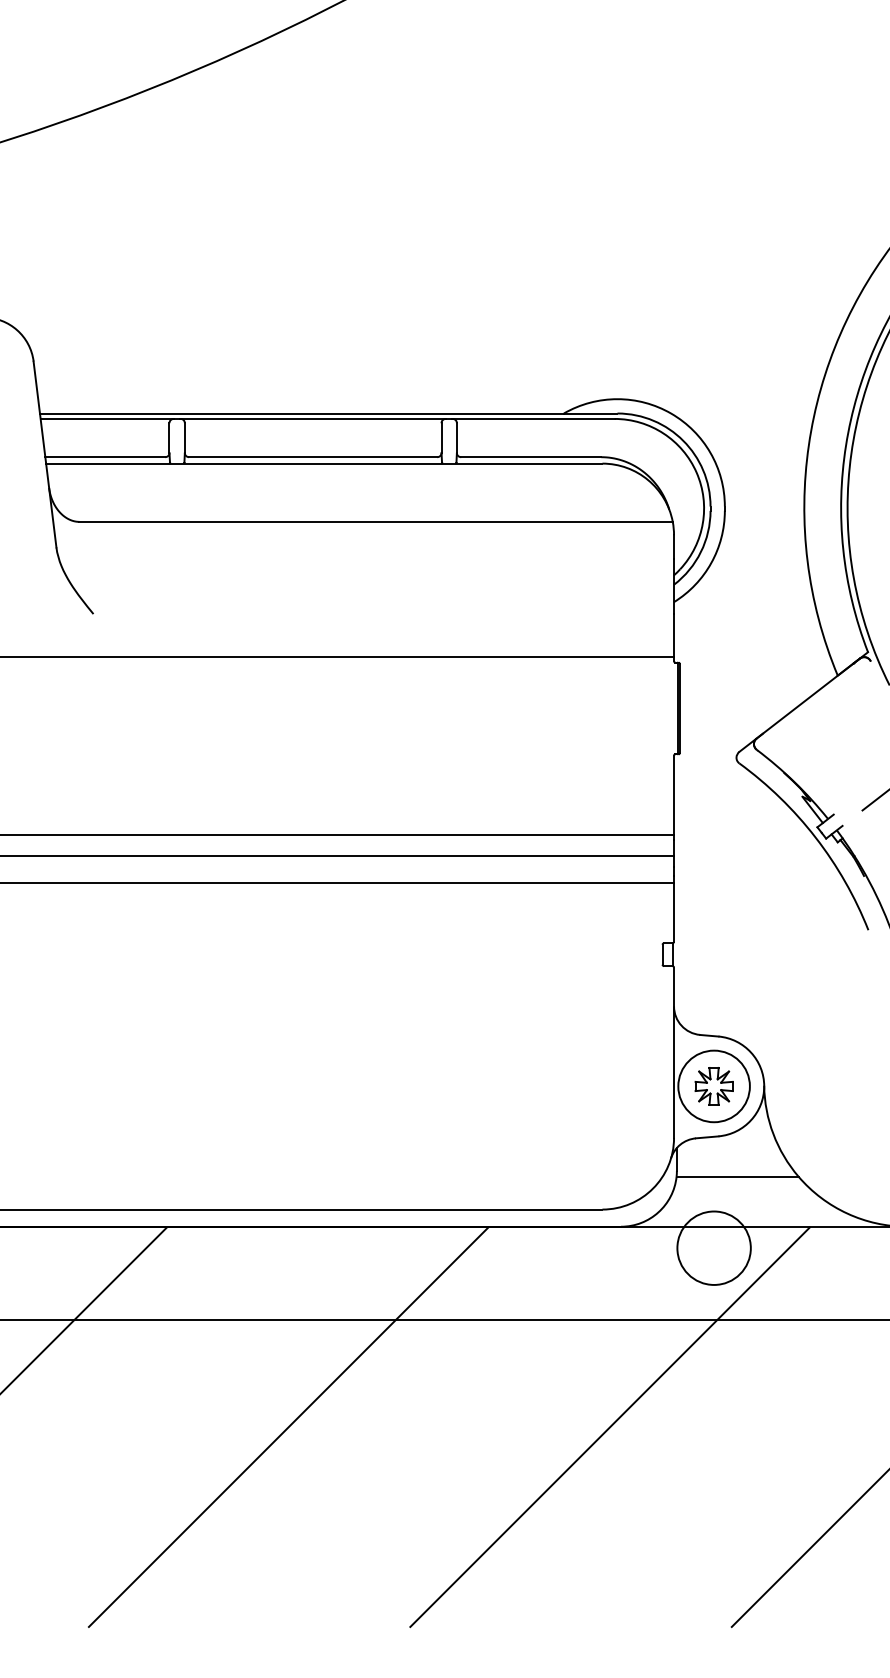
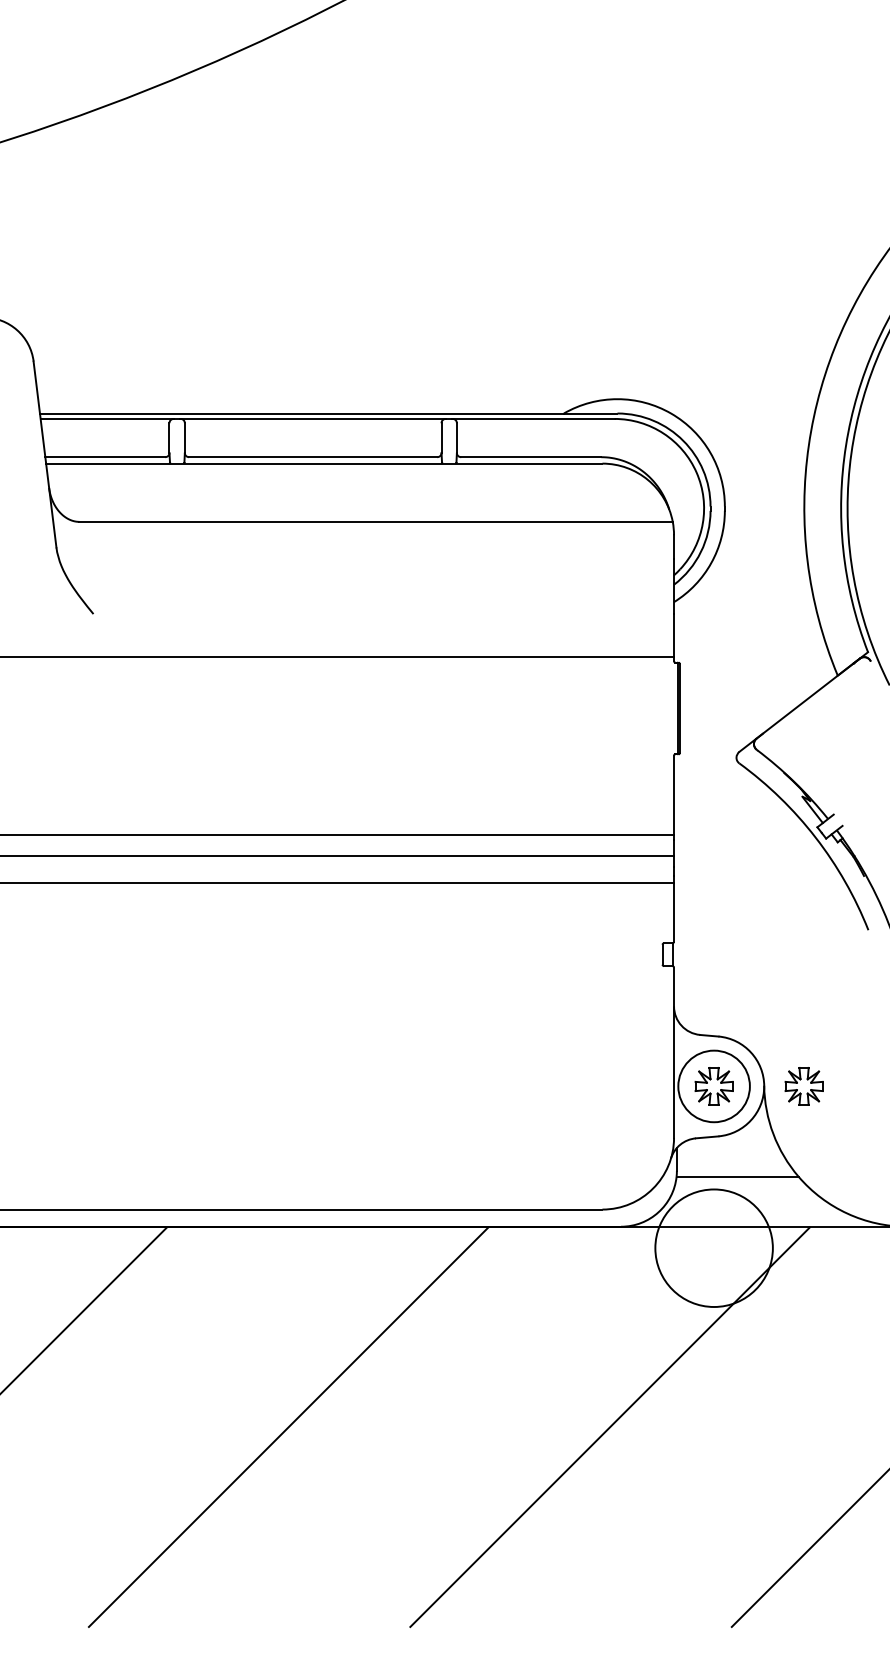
line at (874, 801): present -> none
part at (803, 1086): none -> present
circle at (713, 1247) diameter: 73 px -> 118 px
line at (444, 1319): present -> none
